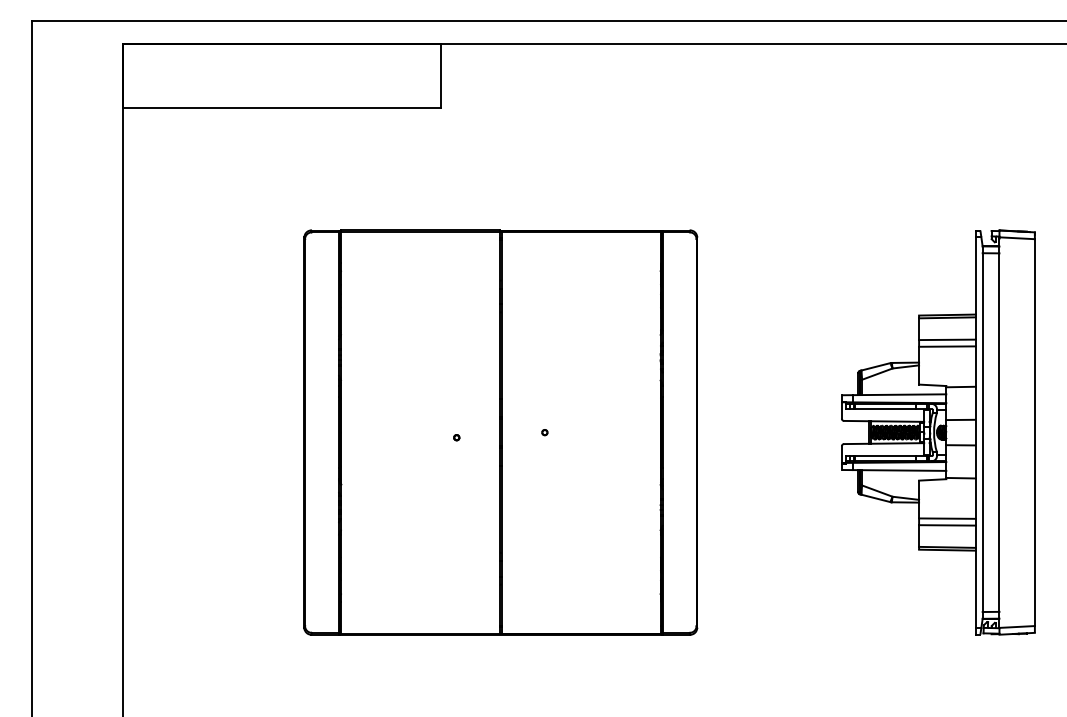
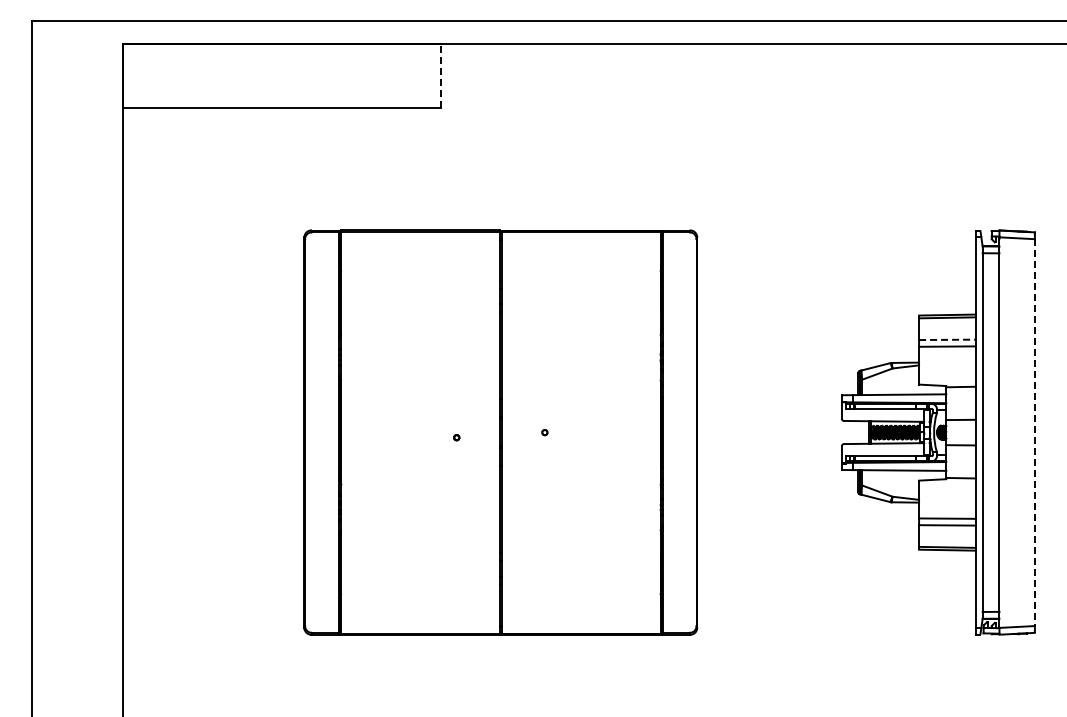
line at (440, 75): solid -> dashed
line at (947, 339): solid -> dashed
line at (1034, 433): solid -> dashed
